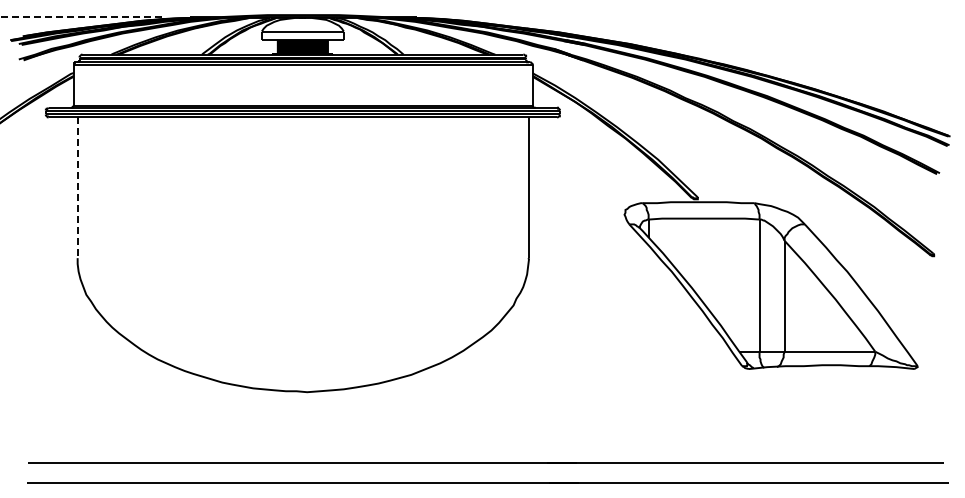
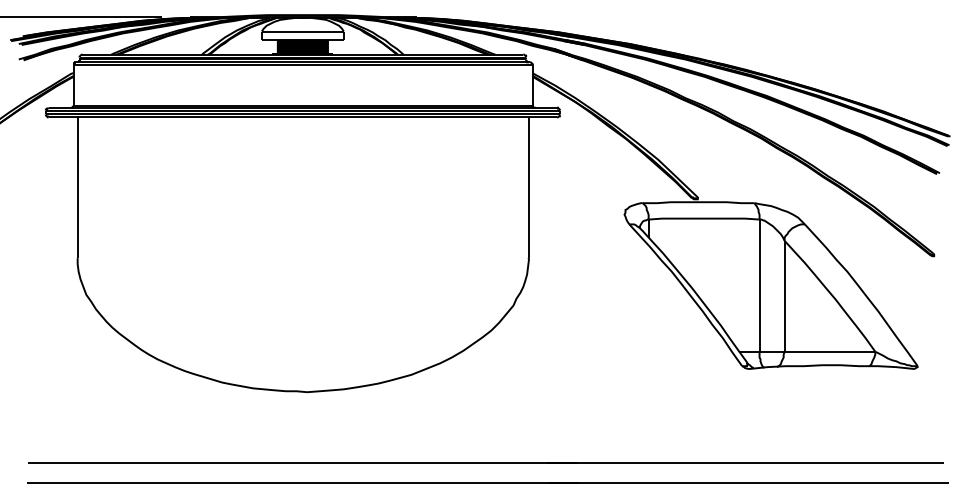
line at (80, 17): dashed -> solid
line at (77, 188): dashed -> solid
